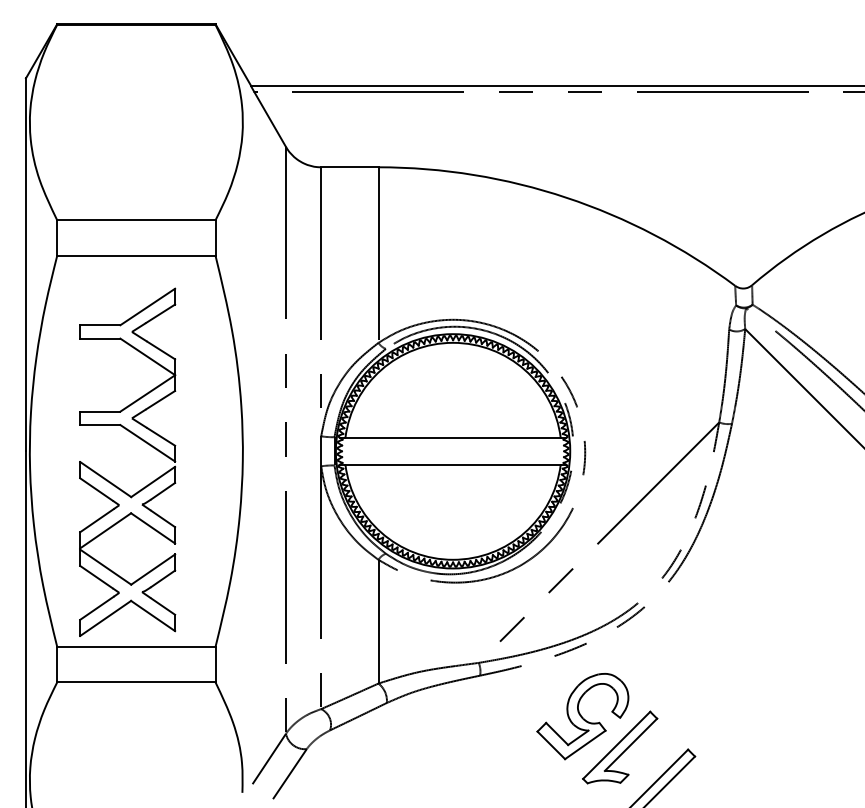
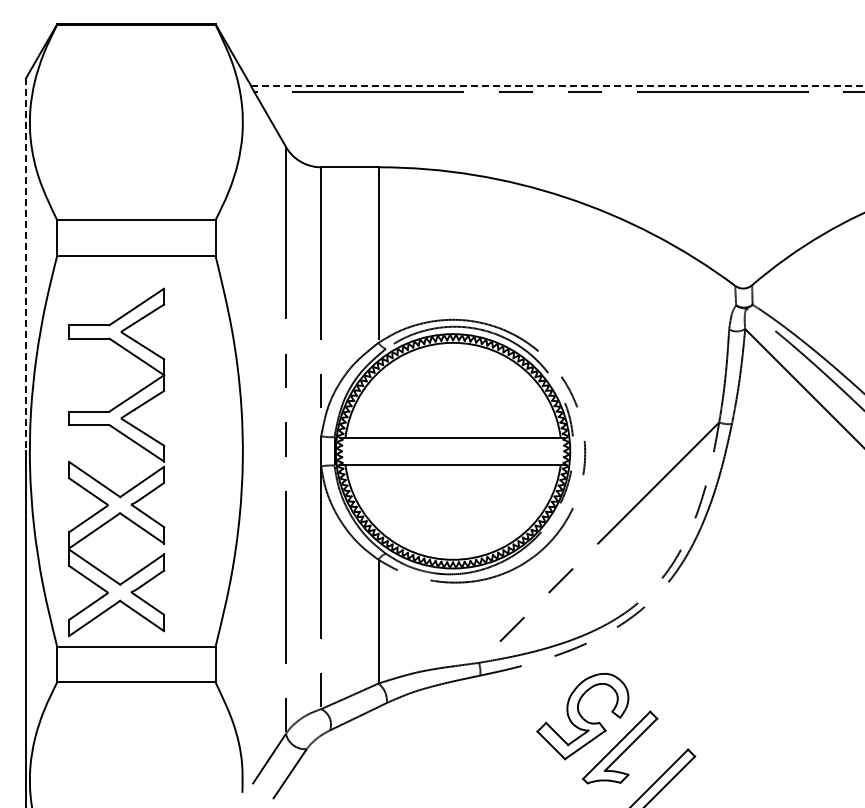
line at (557, 85): solid -> dashed
line at (25, 265): solid -> dashed
part at (141, 440) position: (141, 440) -> (130, 440)
